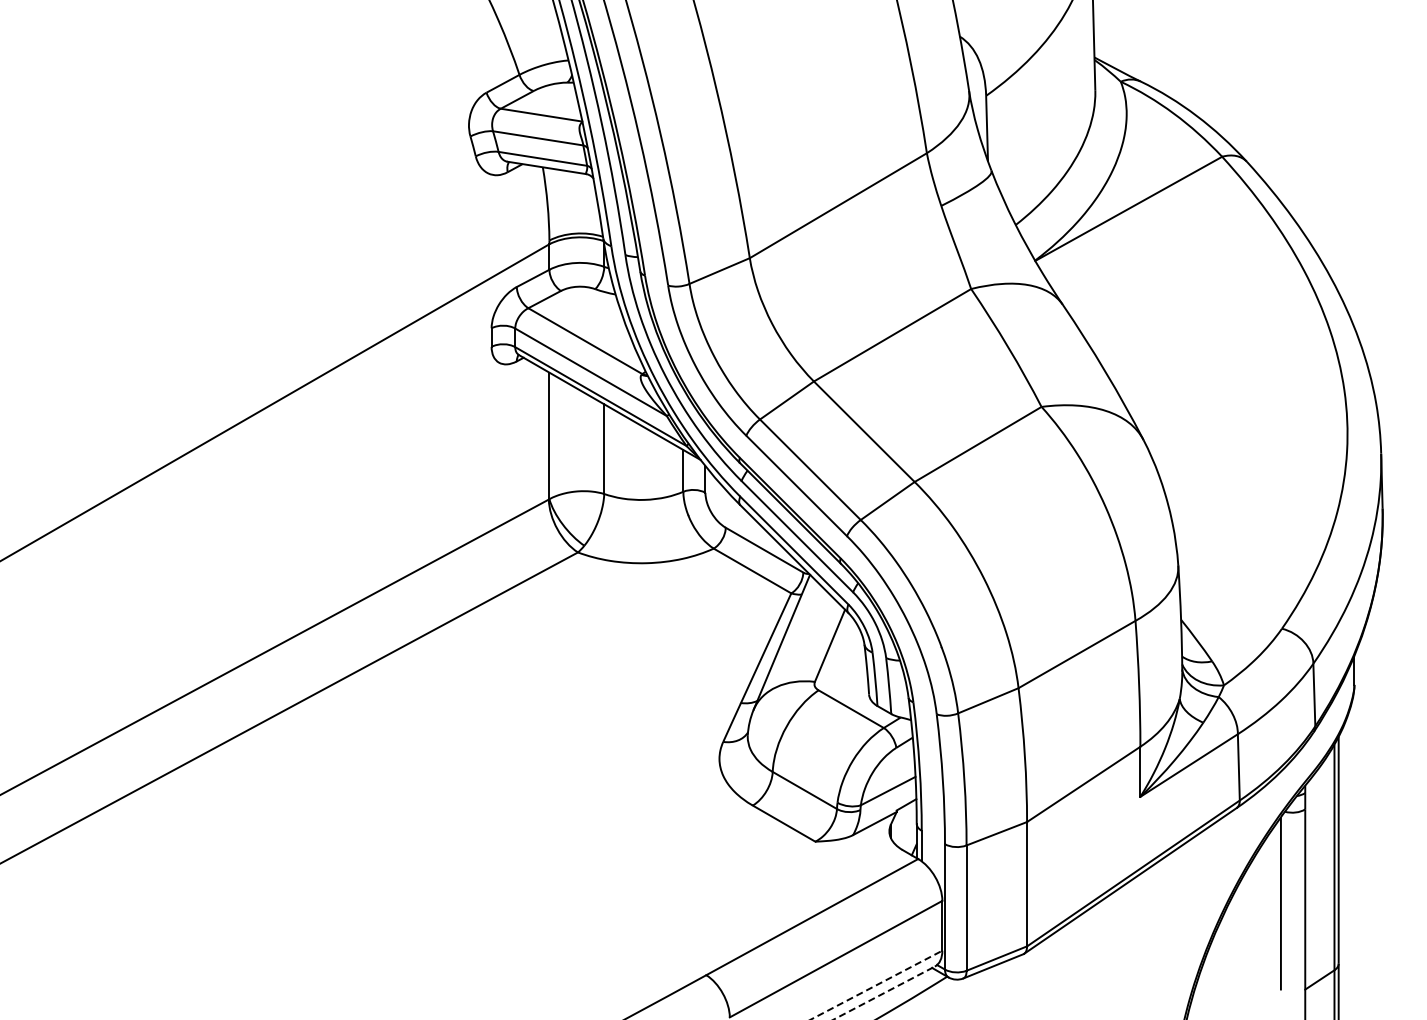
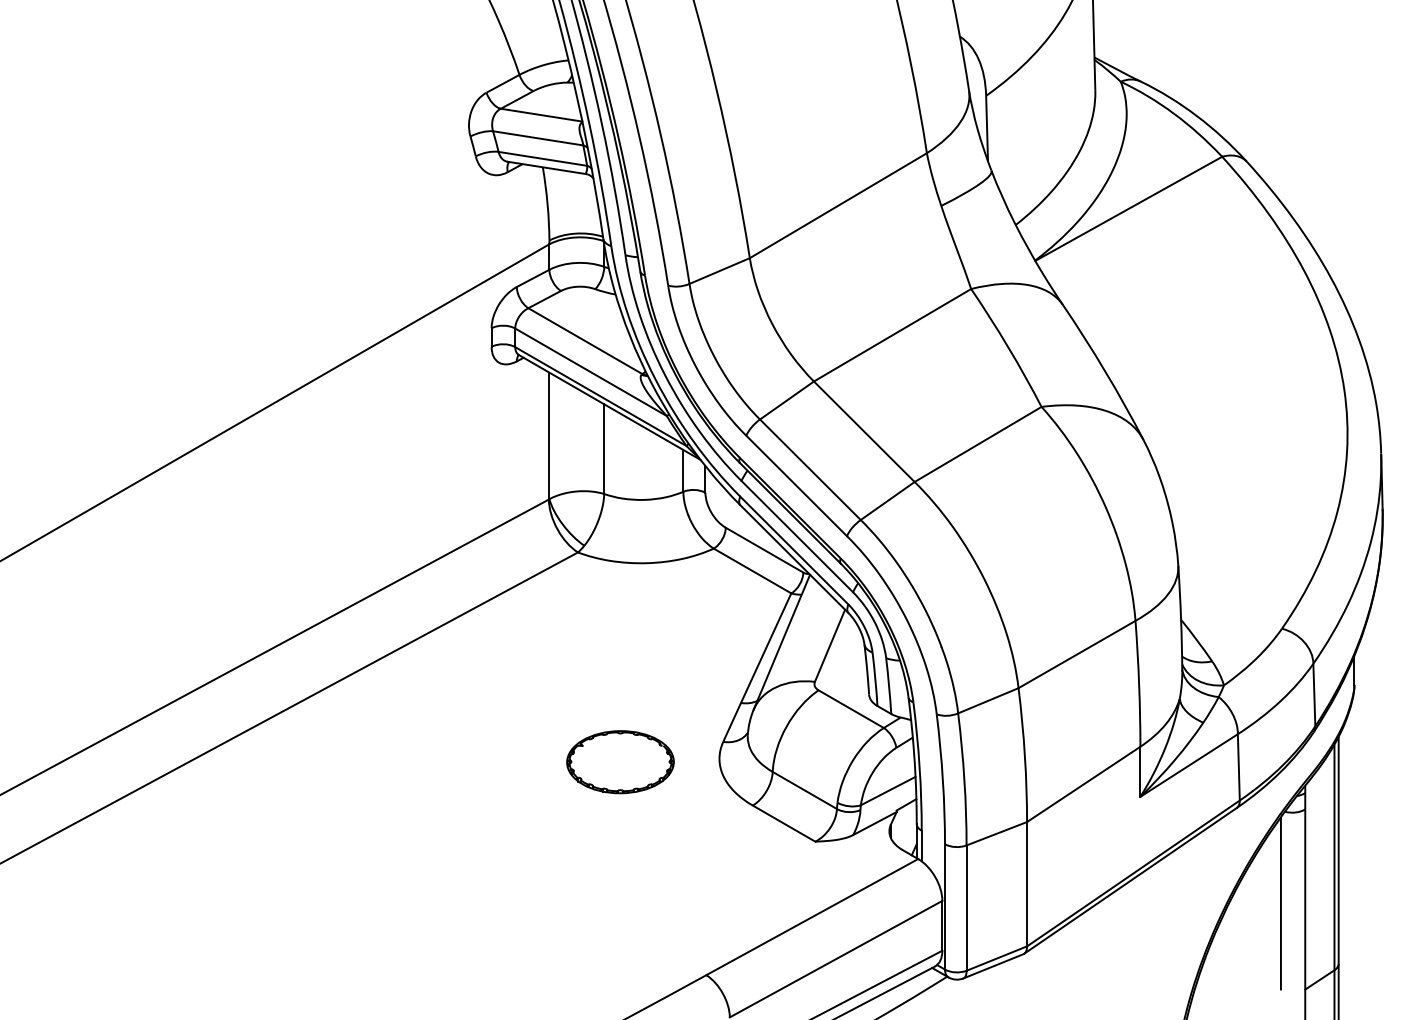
part at (620, 762): none -> present
line at (876, 985): dashed -> solid
line at (884, 993): dashed -> solid
